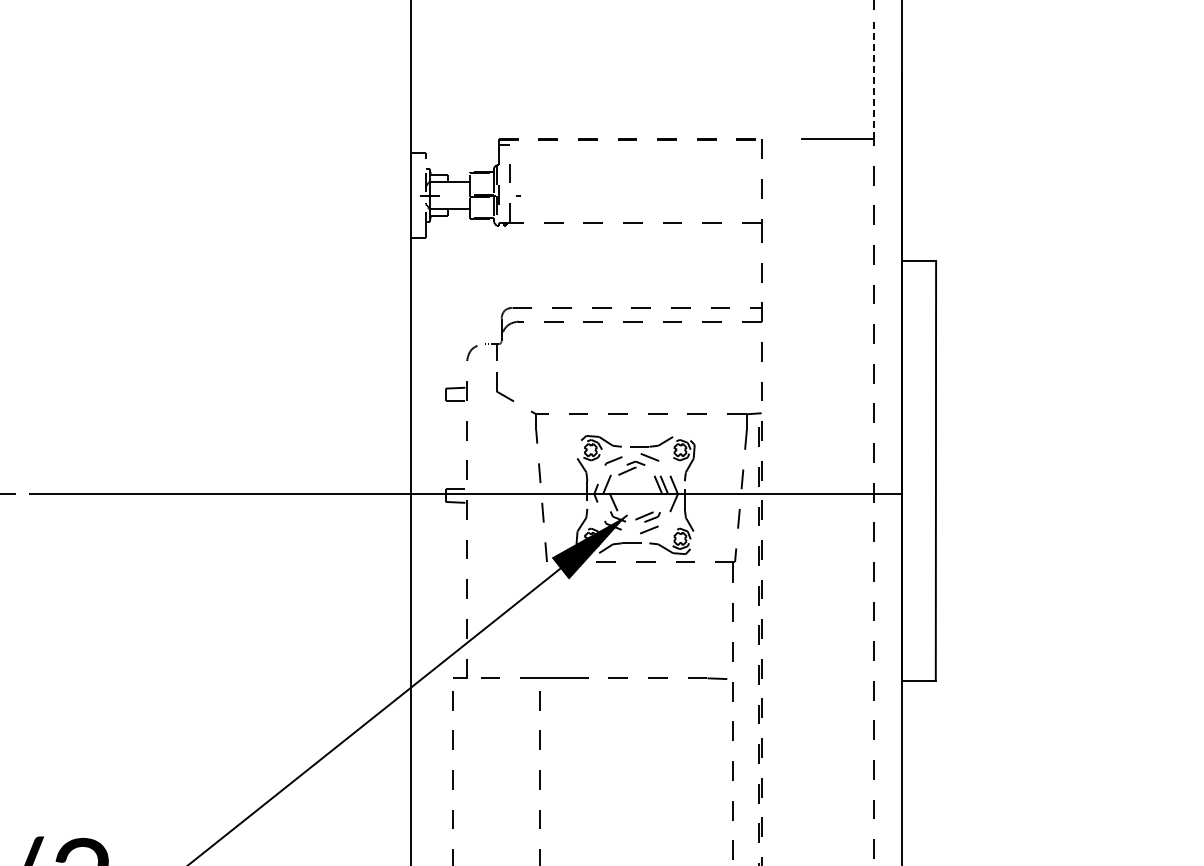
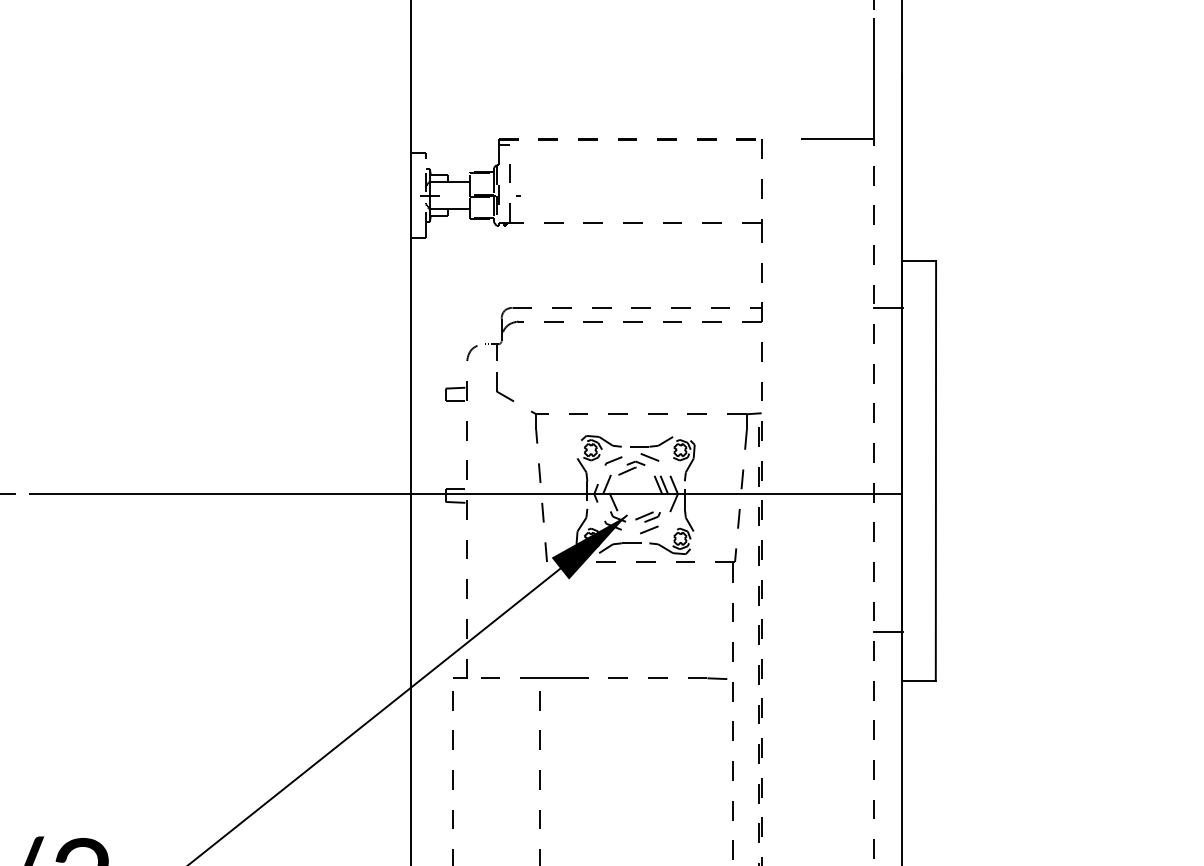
line at (873, 78): dashed -> solid
line at (887, 307): none -> present
line at (887, 632): none -> present
